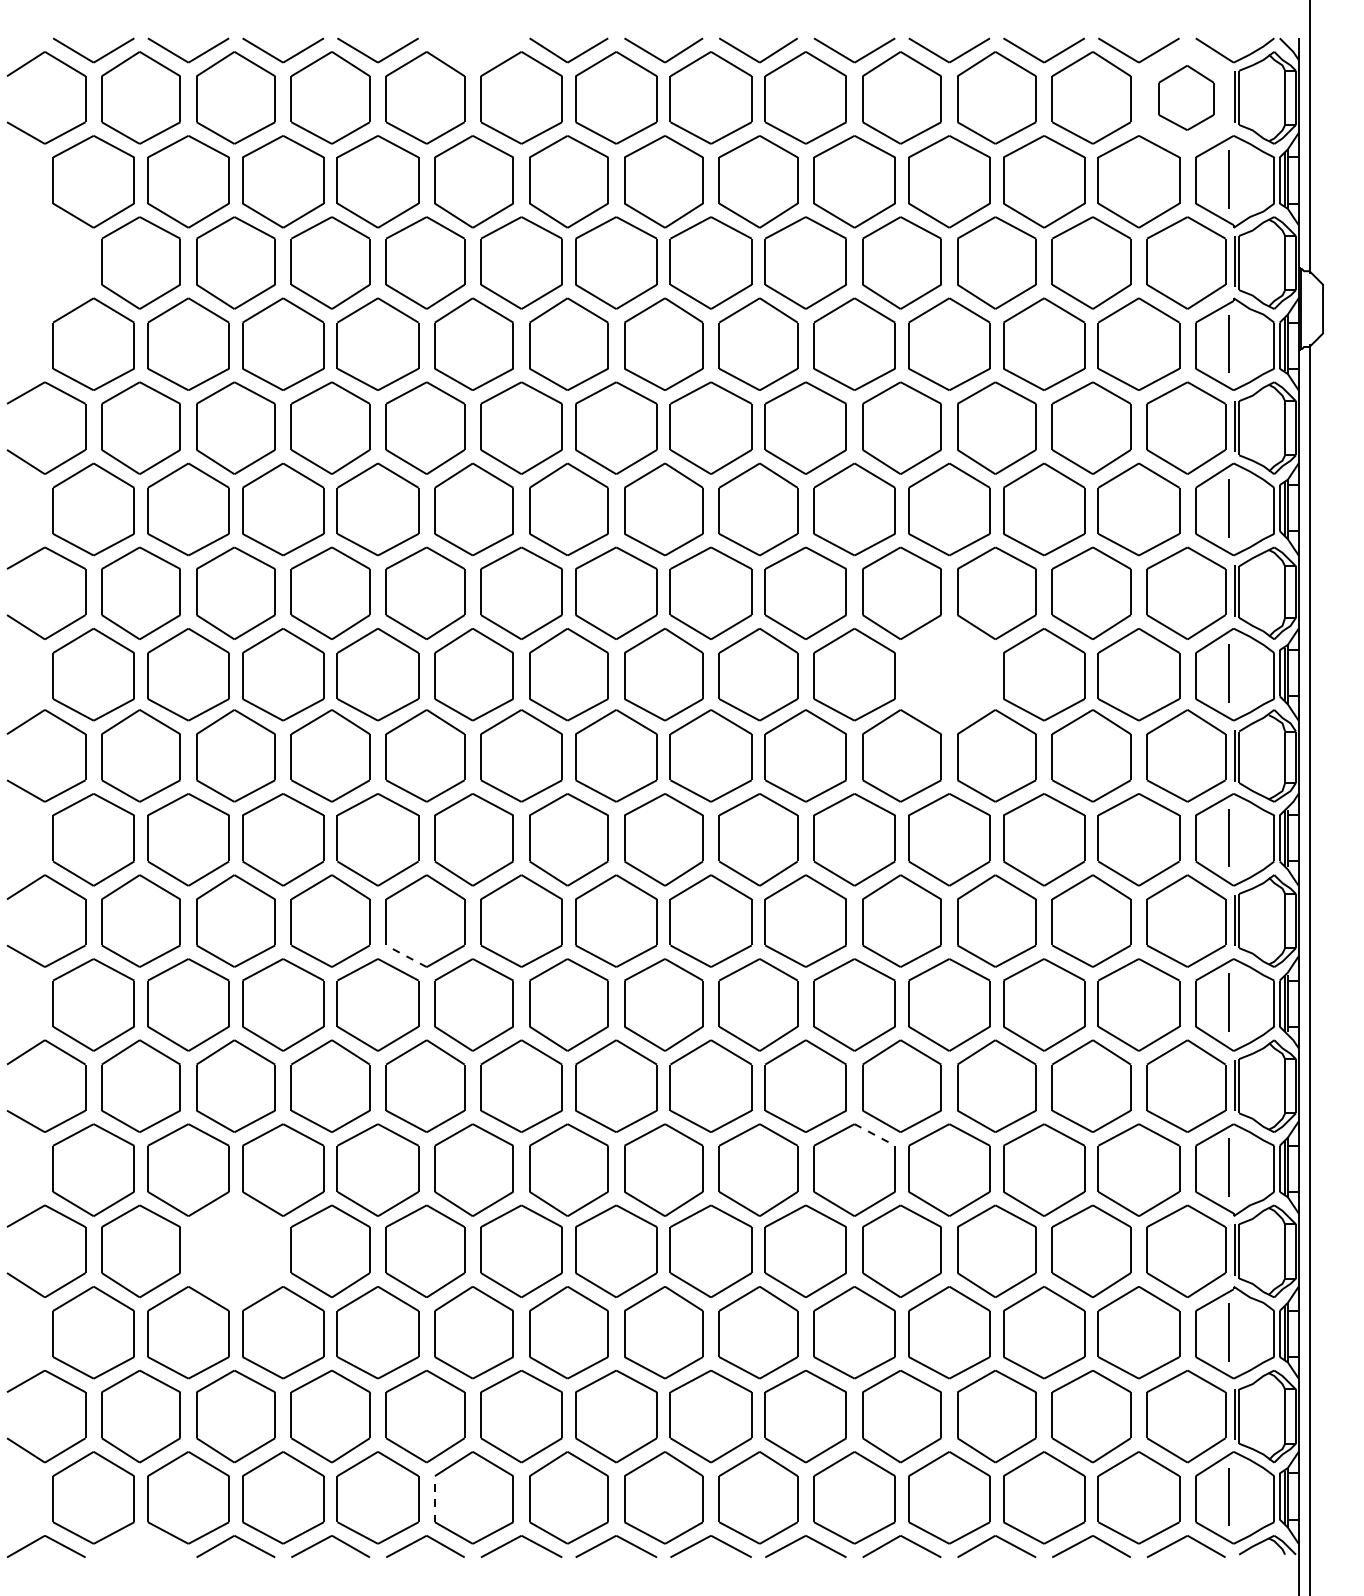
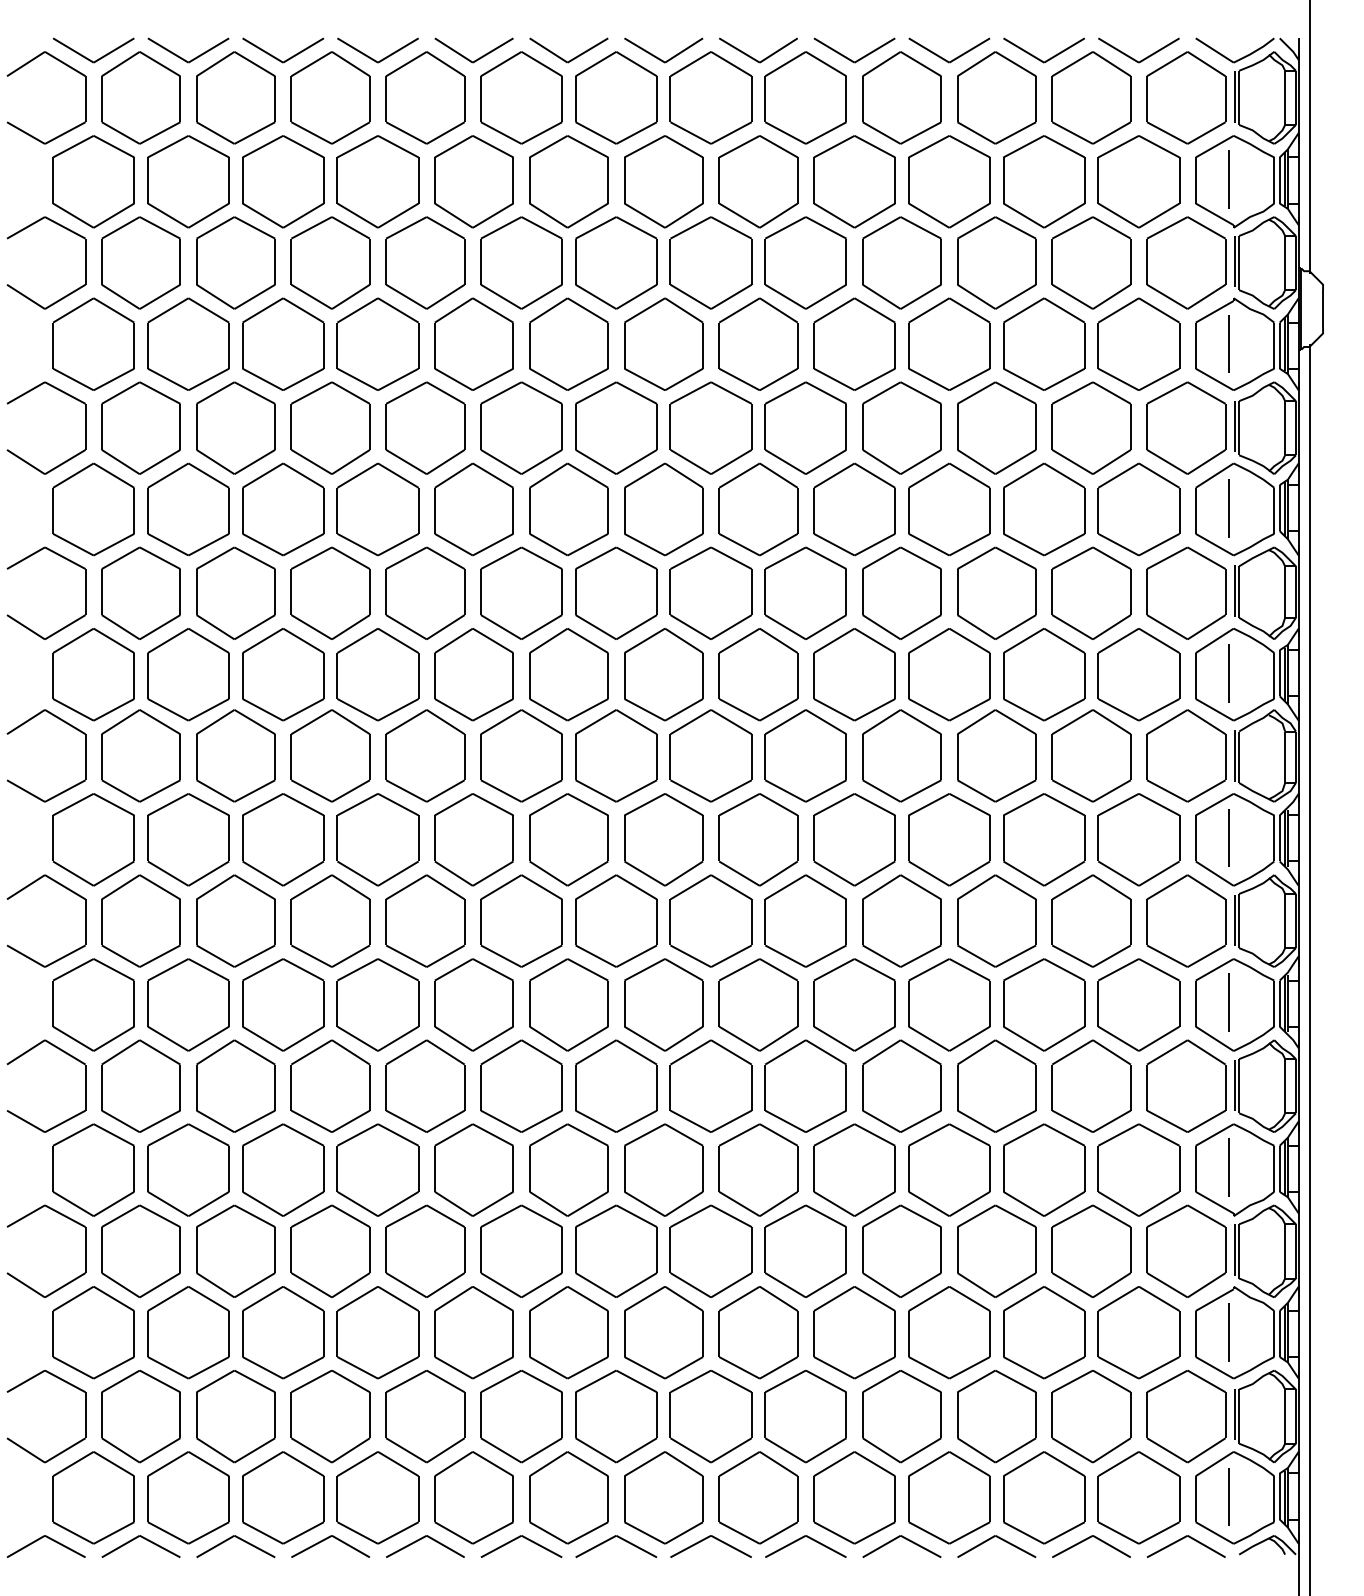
part at (477, 58): none -> present
part at (1186, 97) size: 57x66 px -> 81x94 px
part at (68, 293): none -> present
part at (949, 674): none -> present
line at (406, 956): dashed -> solid
line at (875, 1135): dashed -> solid
part at (235, 1250): none -> present
line at (434, 1498): dashed -> solid
part at (144, 1539): none -> present
